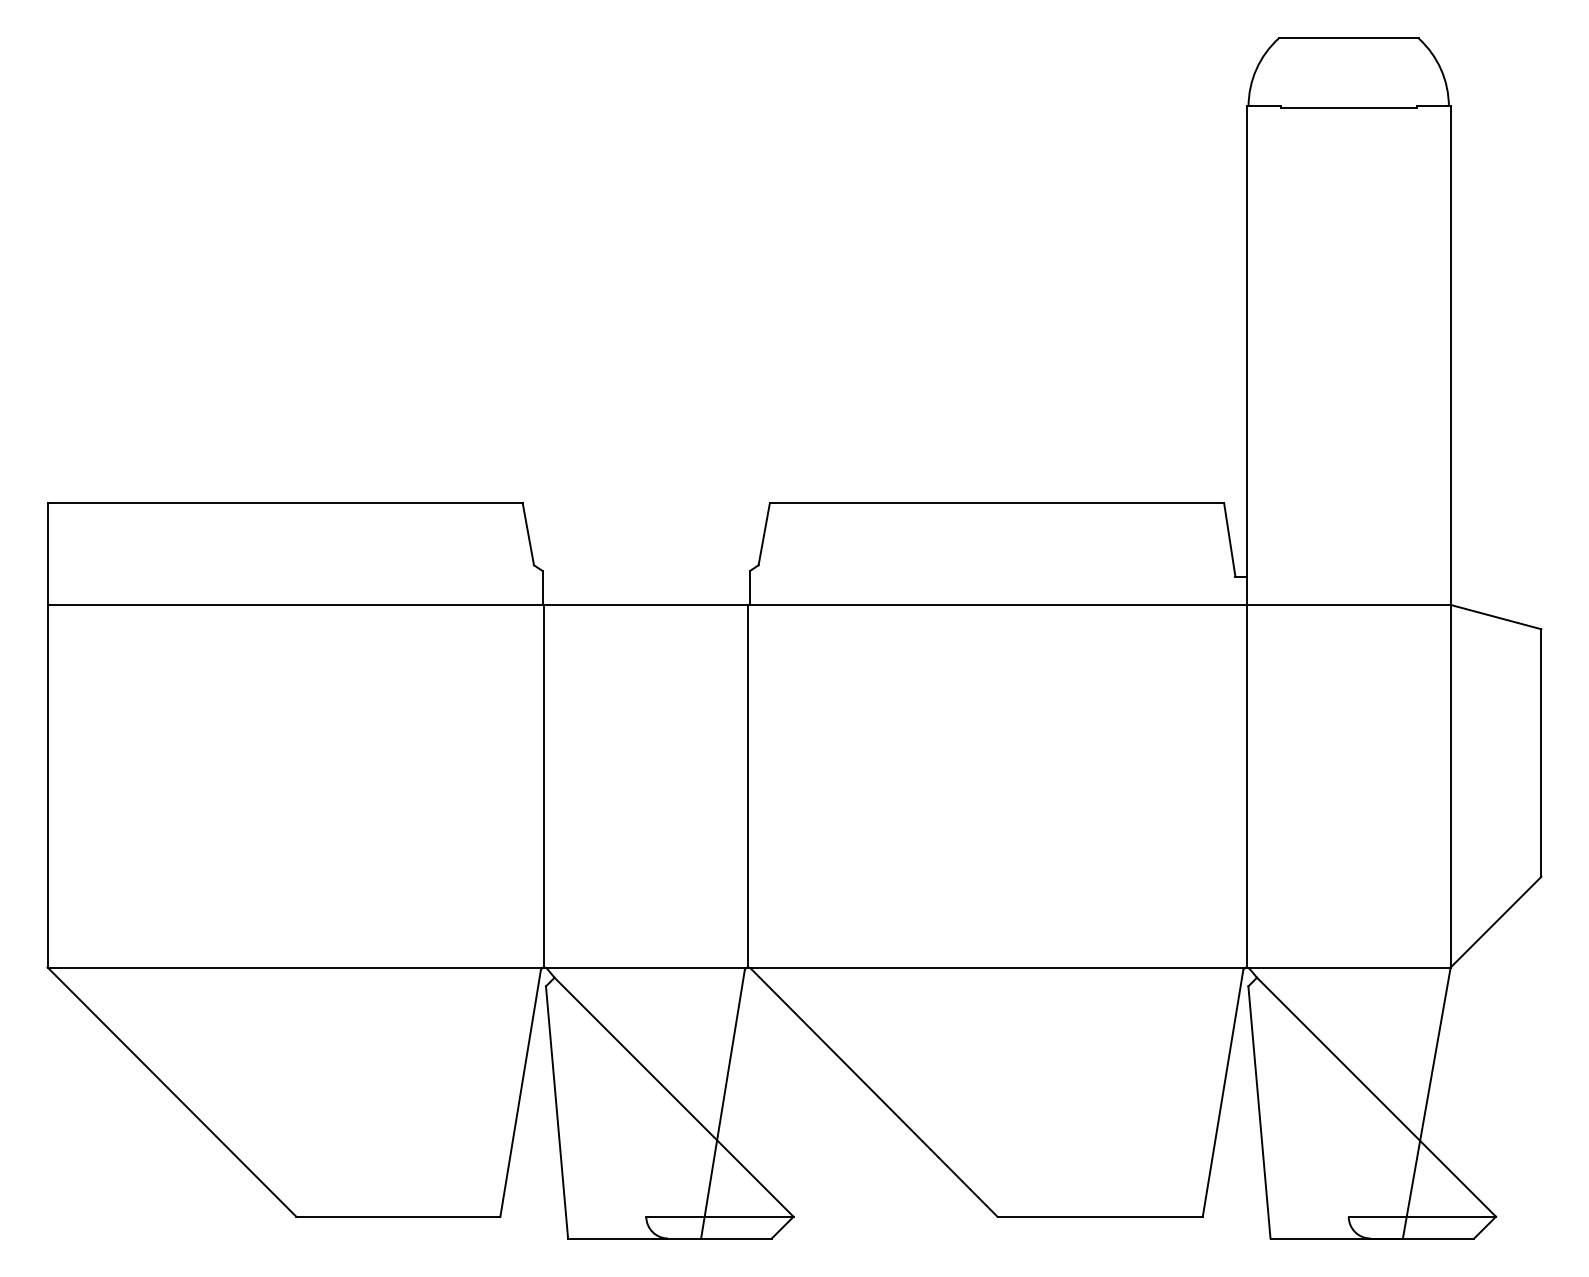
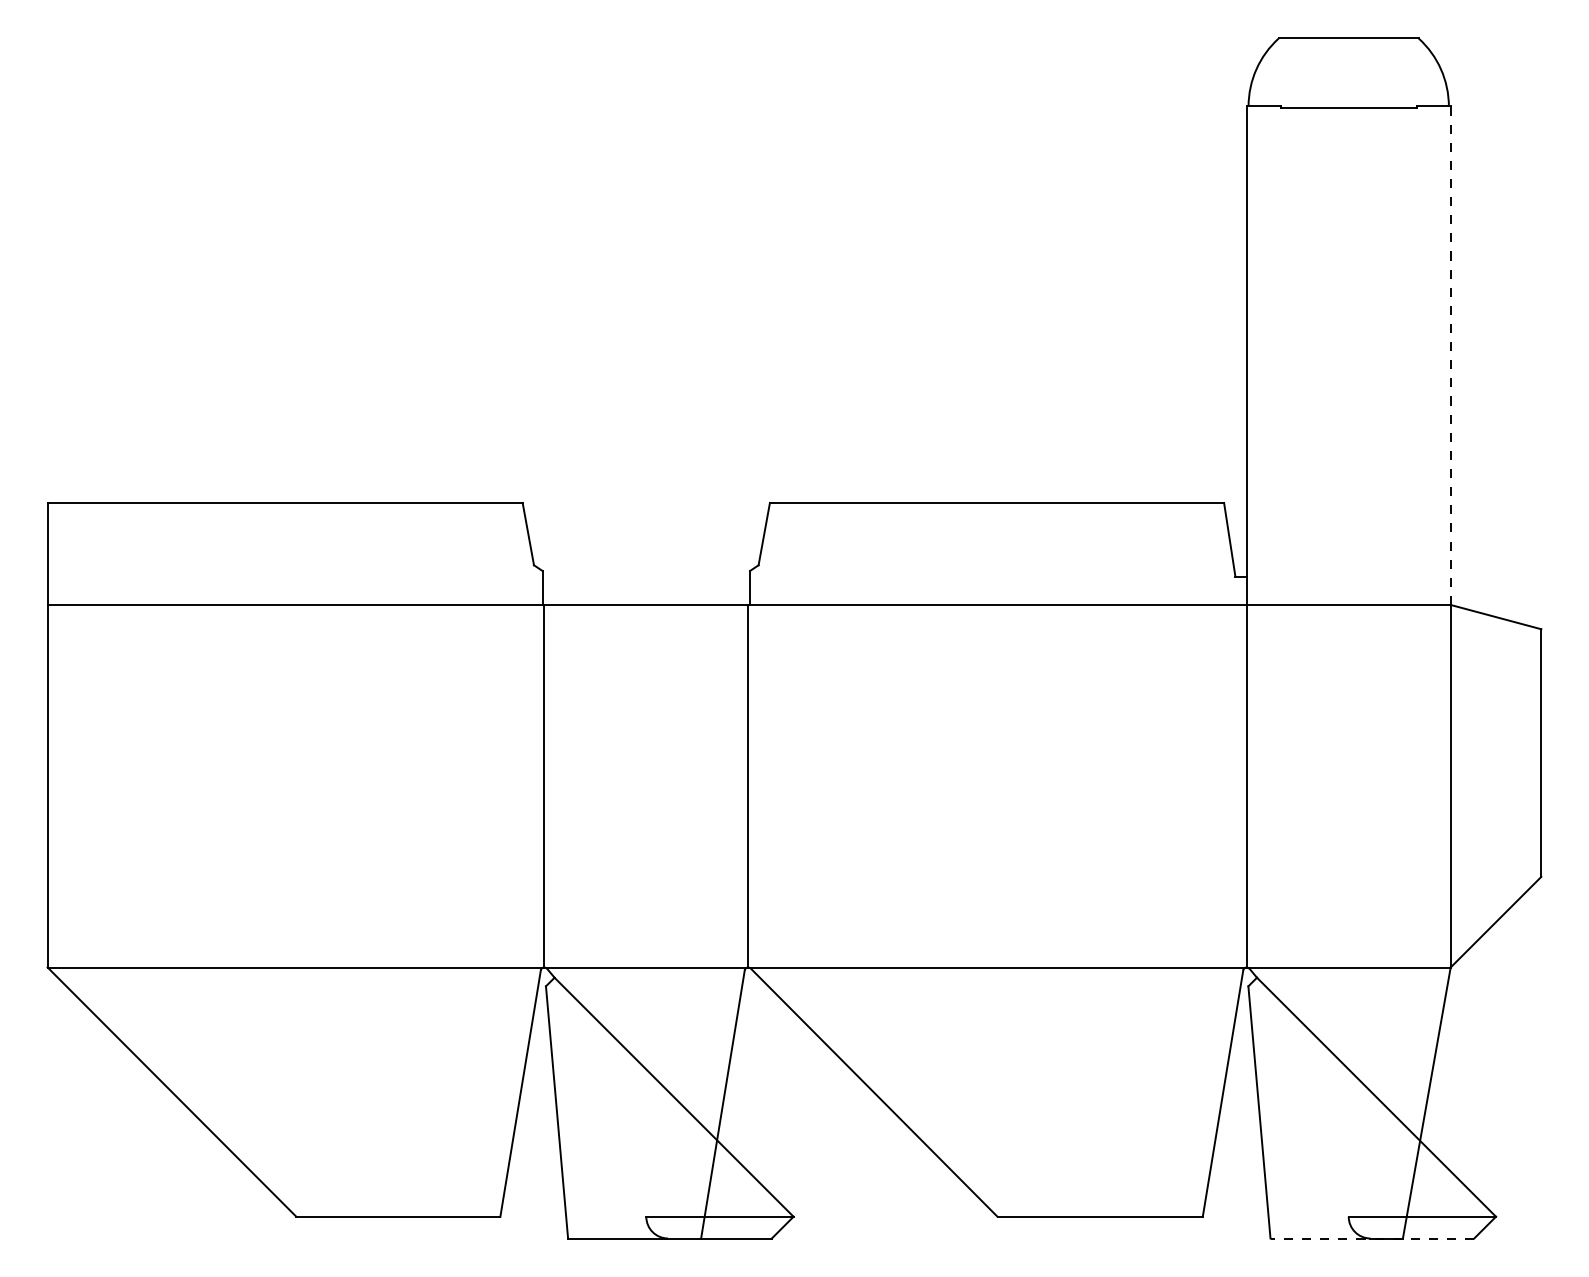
line at (1450, 355): solid -> dashed
line at (1372, 1238): solid -> dashed
